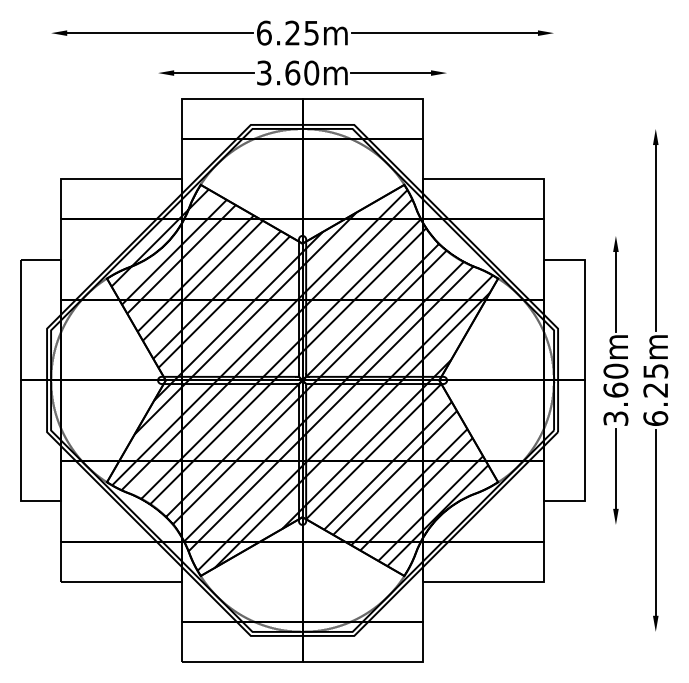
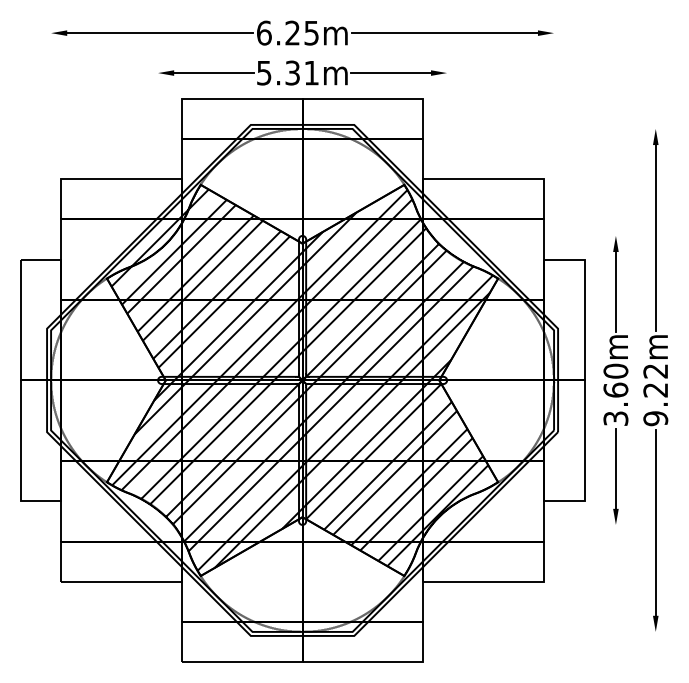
text at (288, 72): 3.60m -> 5.31m
text at (655, 395): 6.25m -> 9.22m
